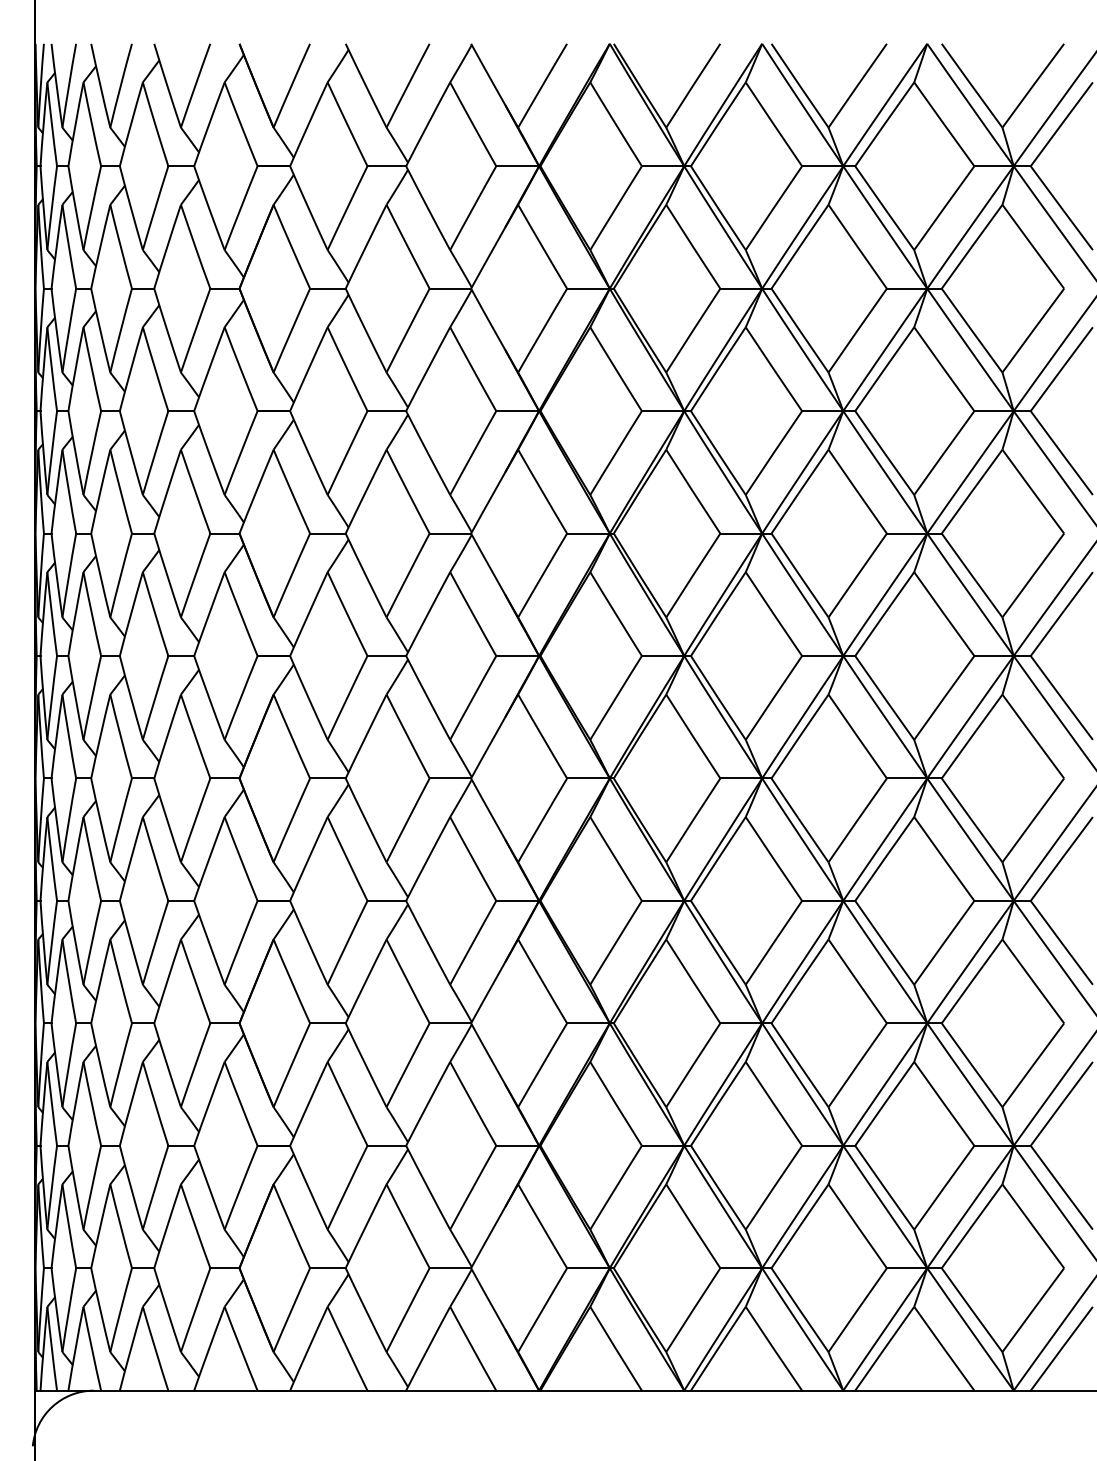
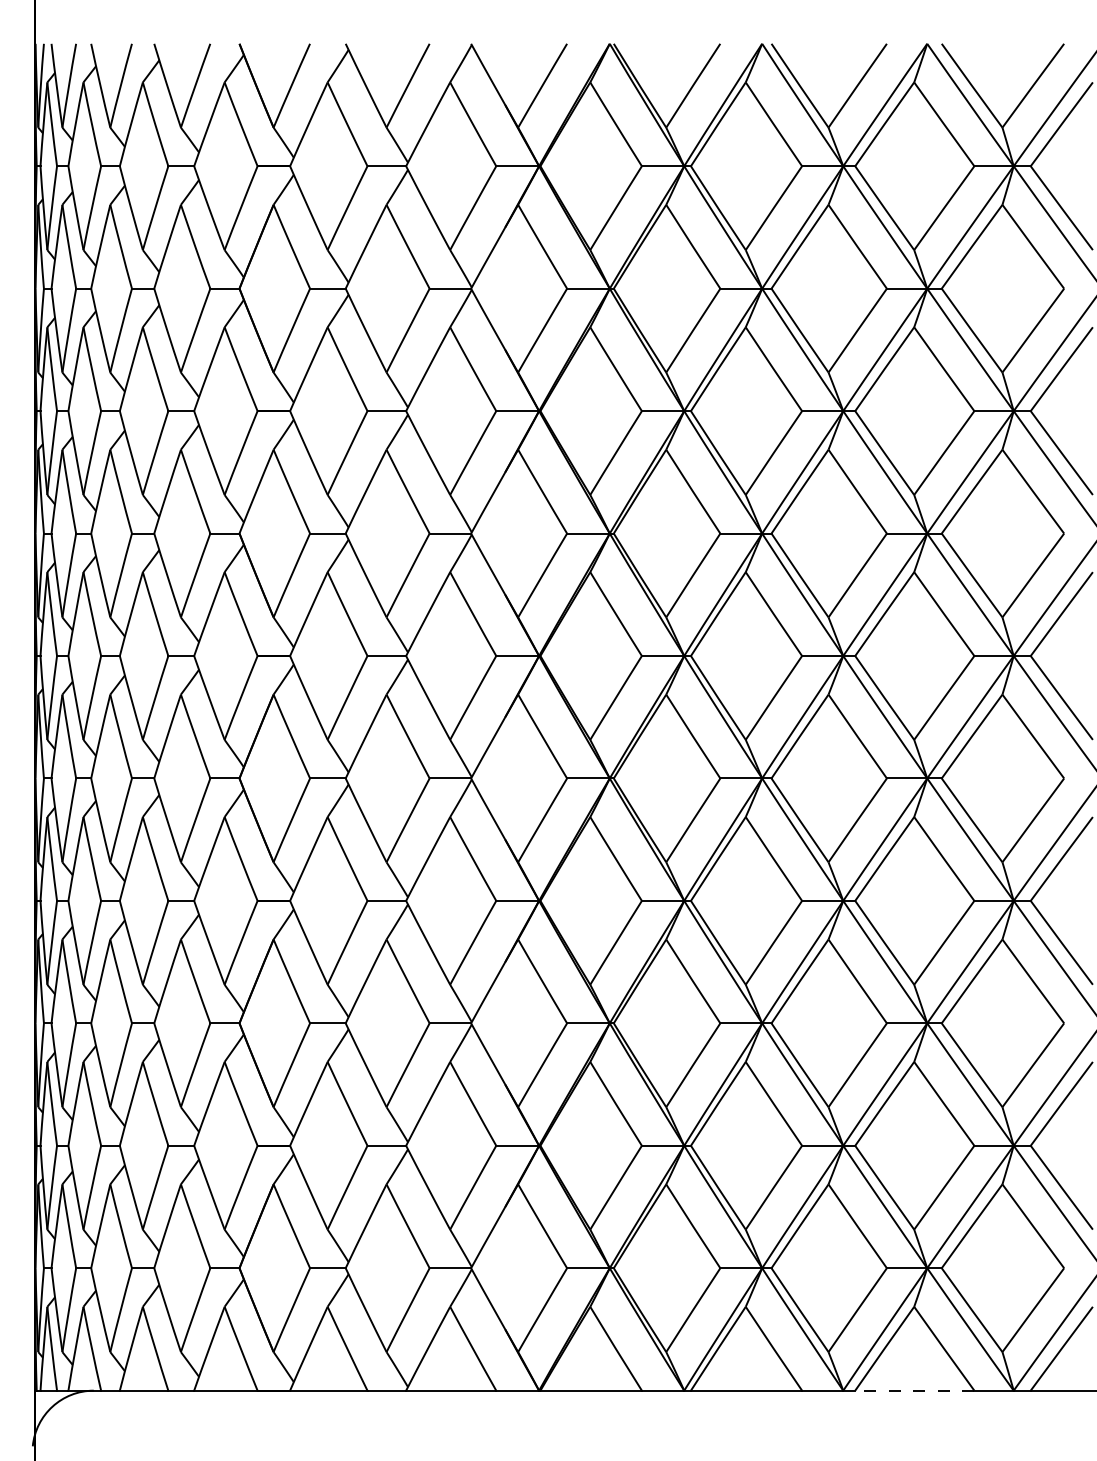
line at (914, 1390): solid -> dashed
